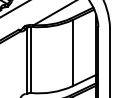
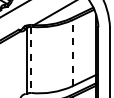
line at (72, 52): solid -> dashed
line at (31, 60): solid -> dashed
